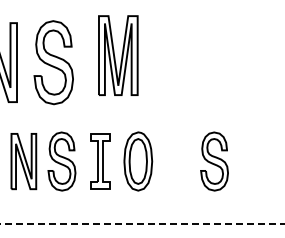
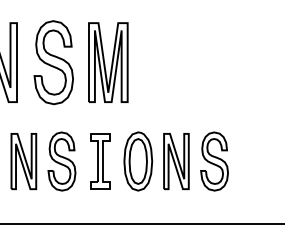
part at (118, 55) position: (118, 55) -> (108, 62)
part at (176, 161): none -> present
line at (142, 223): dashed -> solid
